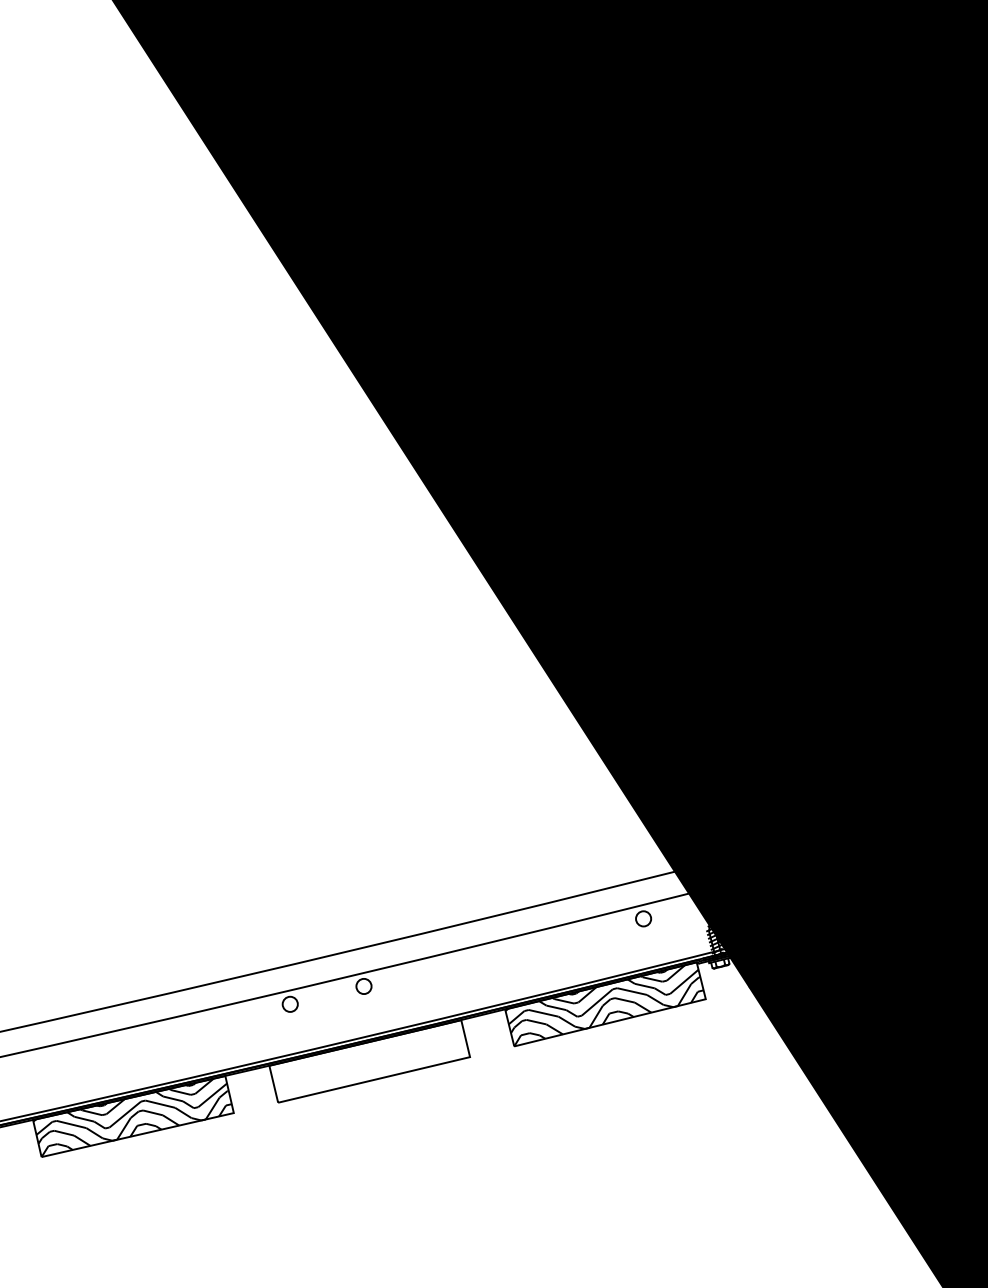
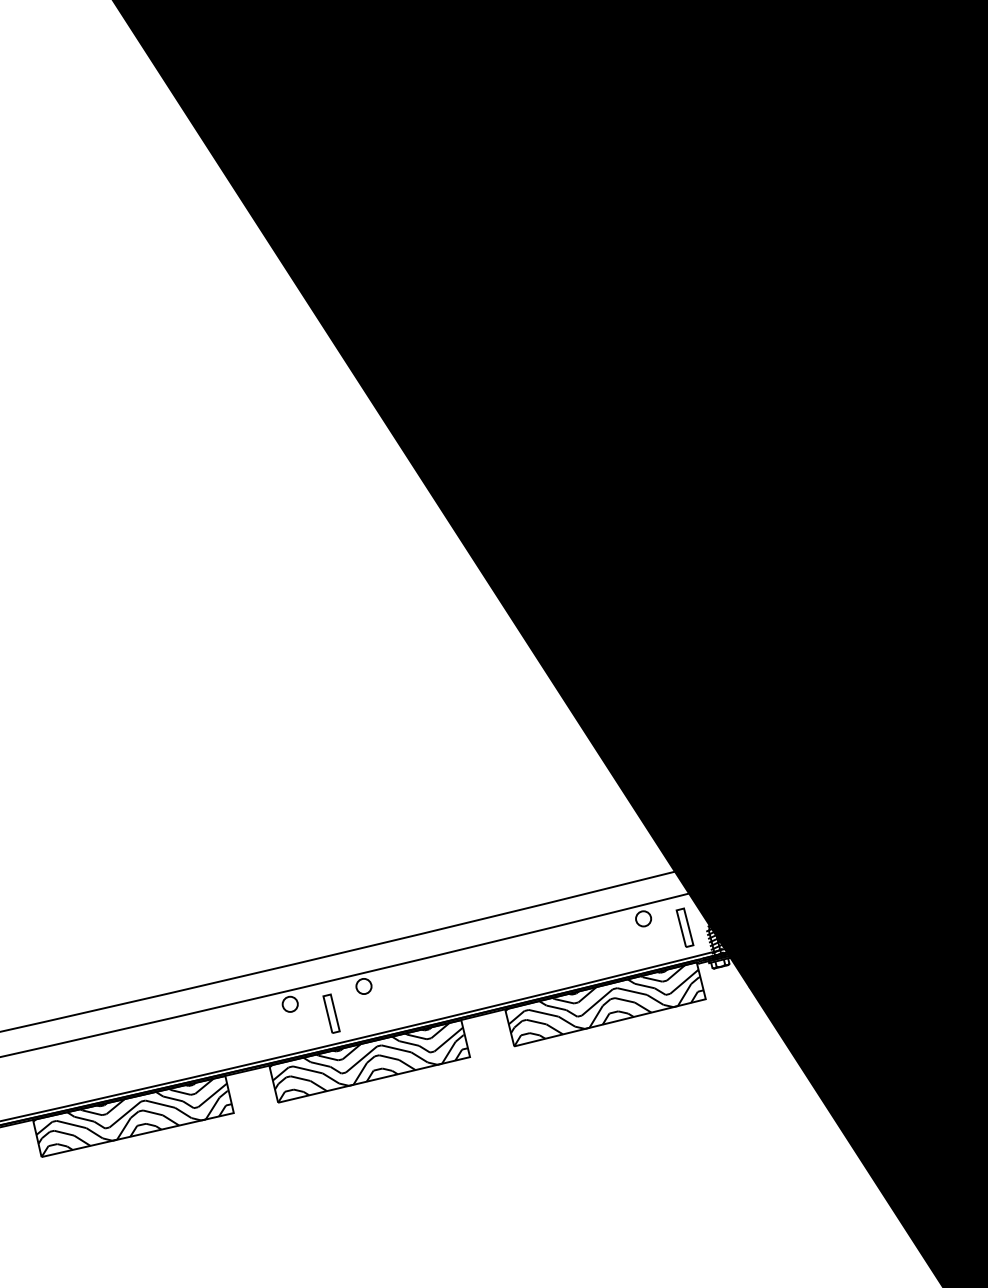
part at (684, 927): none -> present
part at (331, 1013): none -> present
hatch at (368, 1062): none -> present
